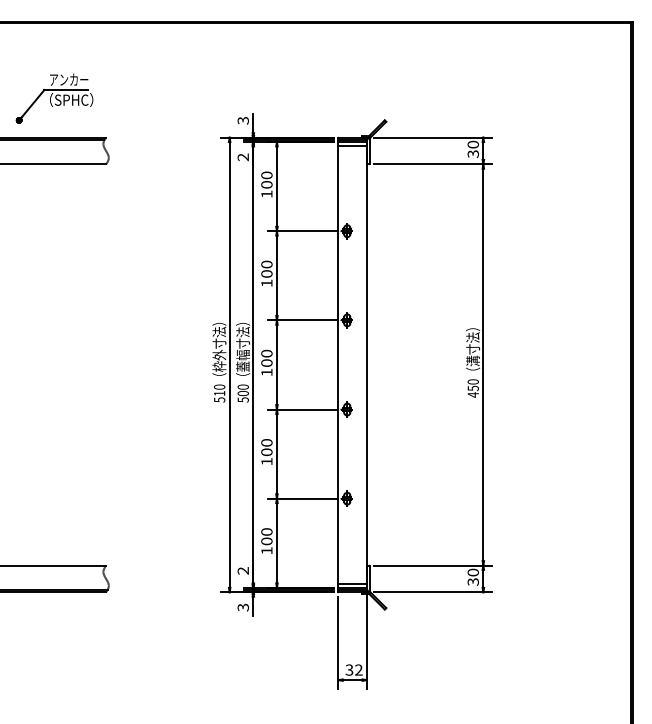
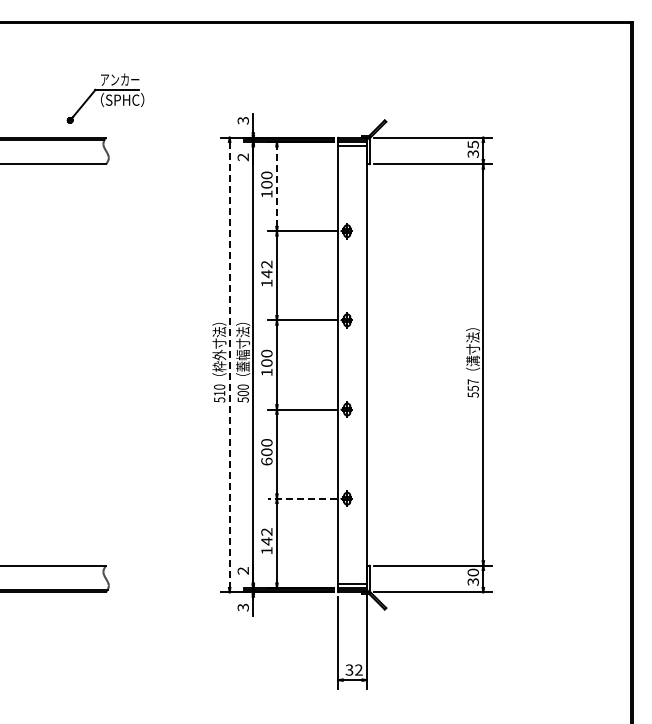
part at (54, 98) position: (54, 98) -> (105, 98)
text at (472, 144): 30 -> 35
line at (276, 186): solid -> dashed
text at (266, 269): 100 -> 142
line at (229, 364): solid -> dashed
text at (472, 388): 450 -> 557
text at (266, 461): 100 -> 600
line at (301, 498): solid -> dashed
text at (266, 536): 100 -> 142
